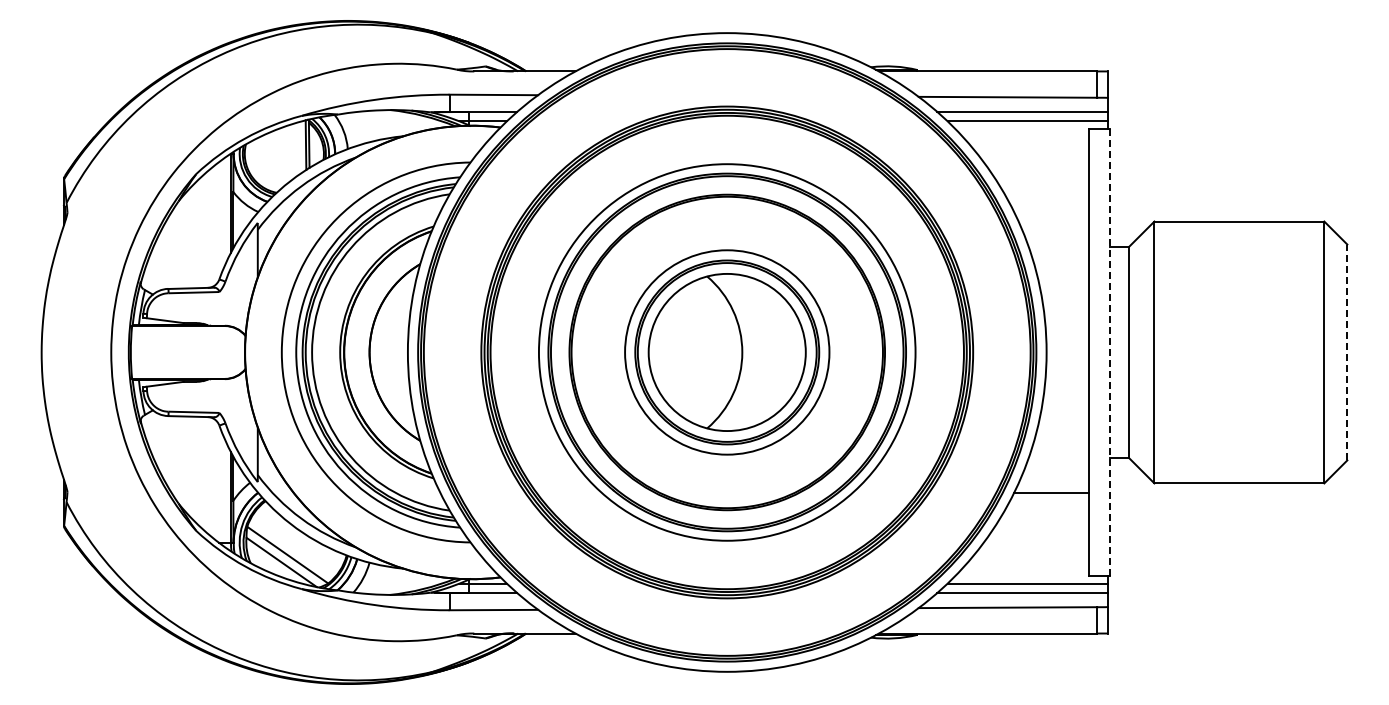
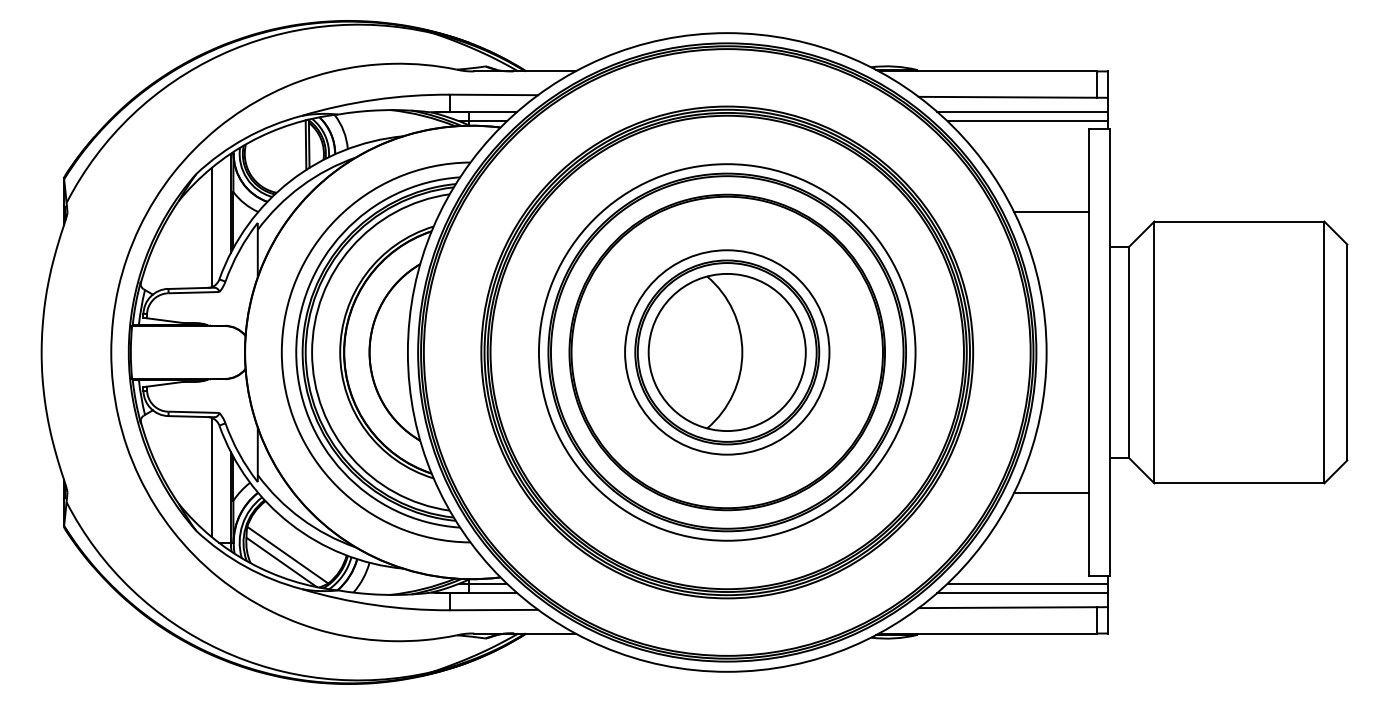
line at (1051, 211): none -> present
line at (211, 227): none -> present
line at (1109, 352): dashed -> solid
line at (1347, 352): dashed -> solid
line at (211, 476): none -> present
